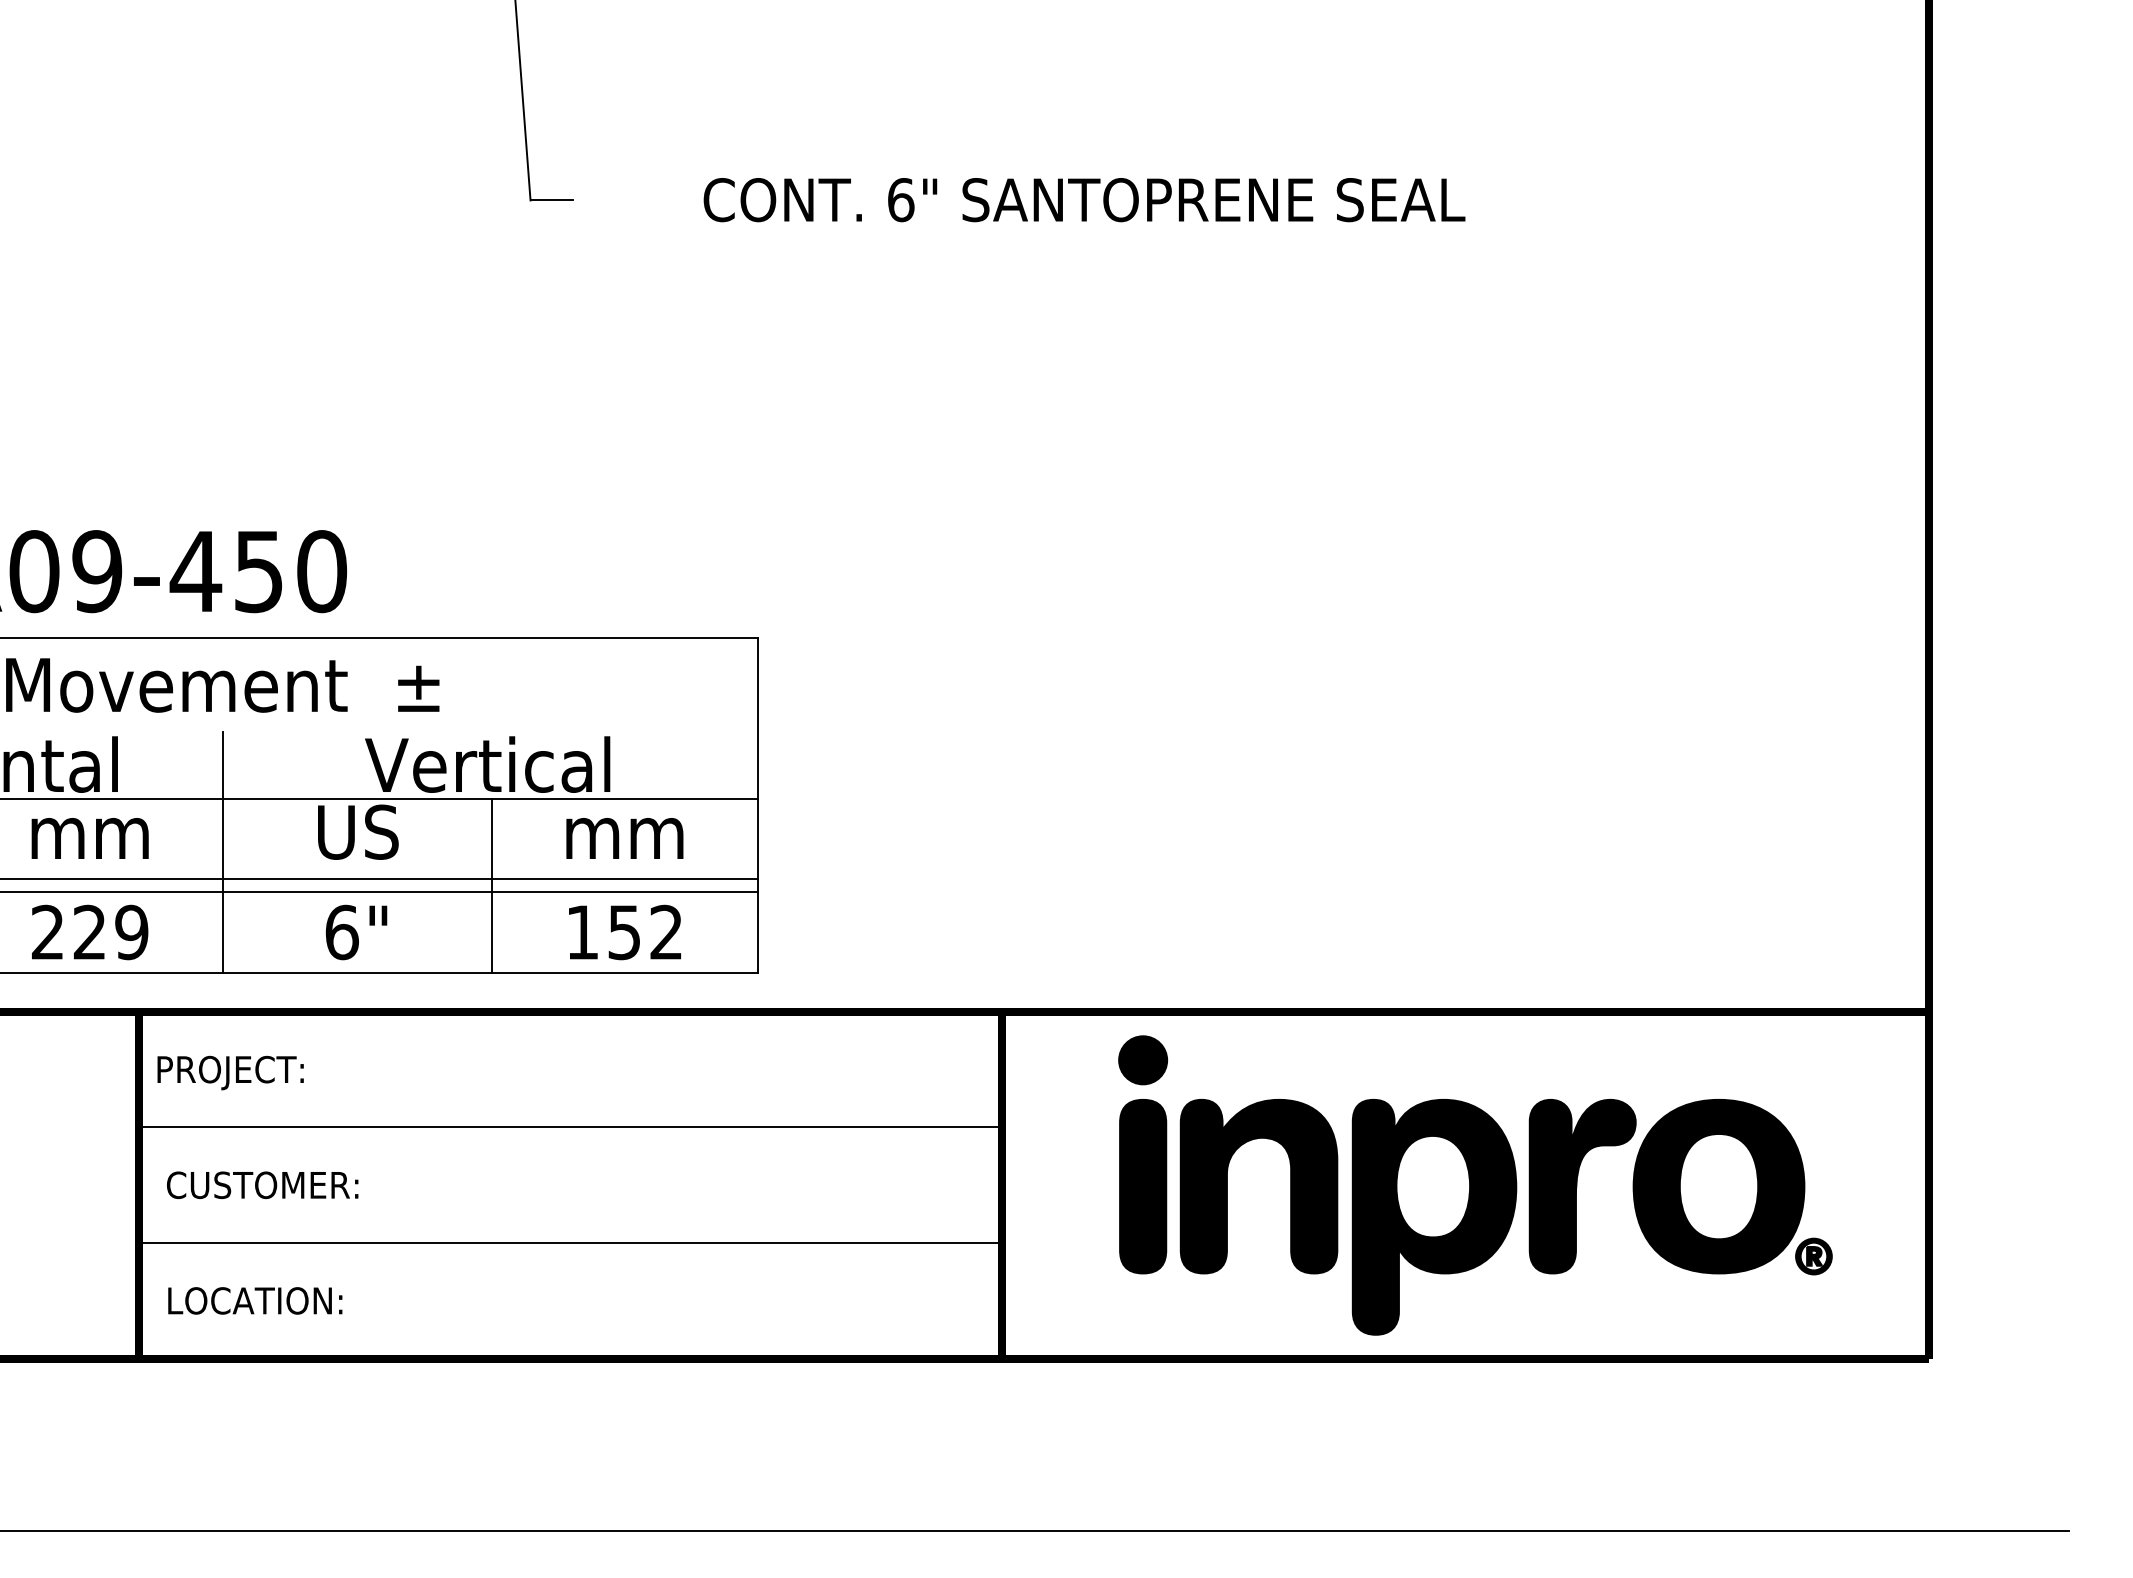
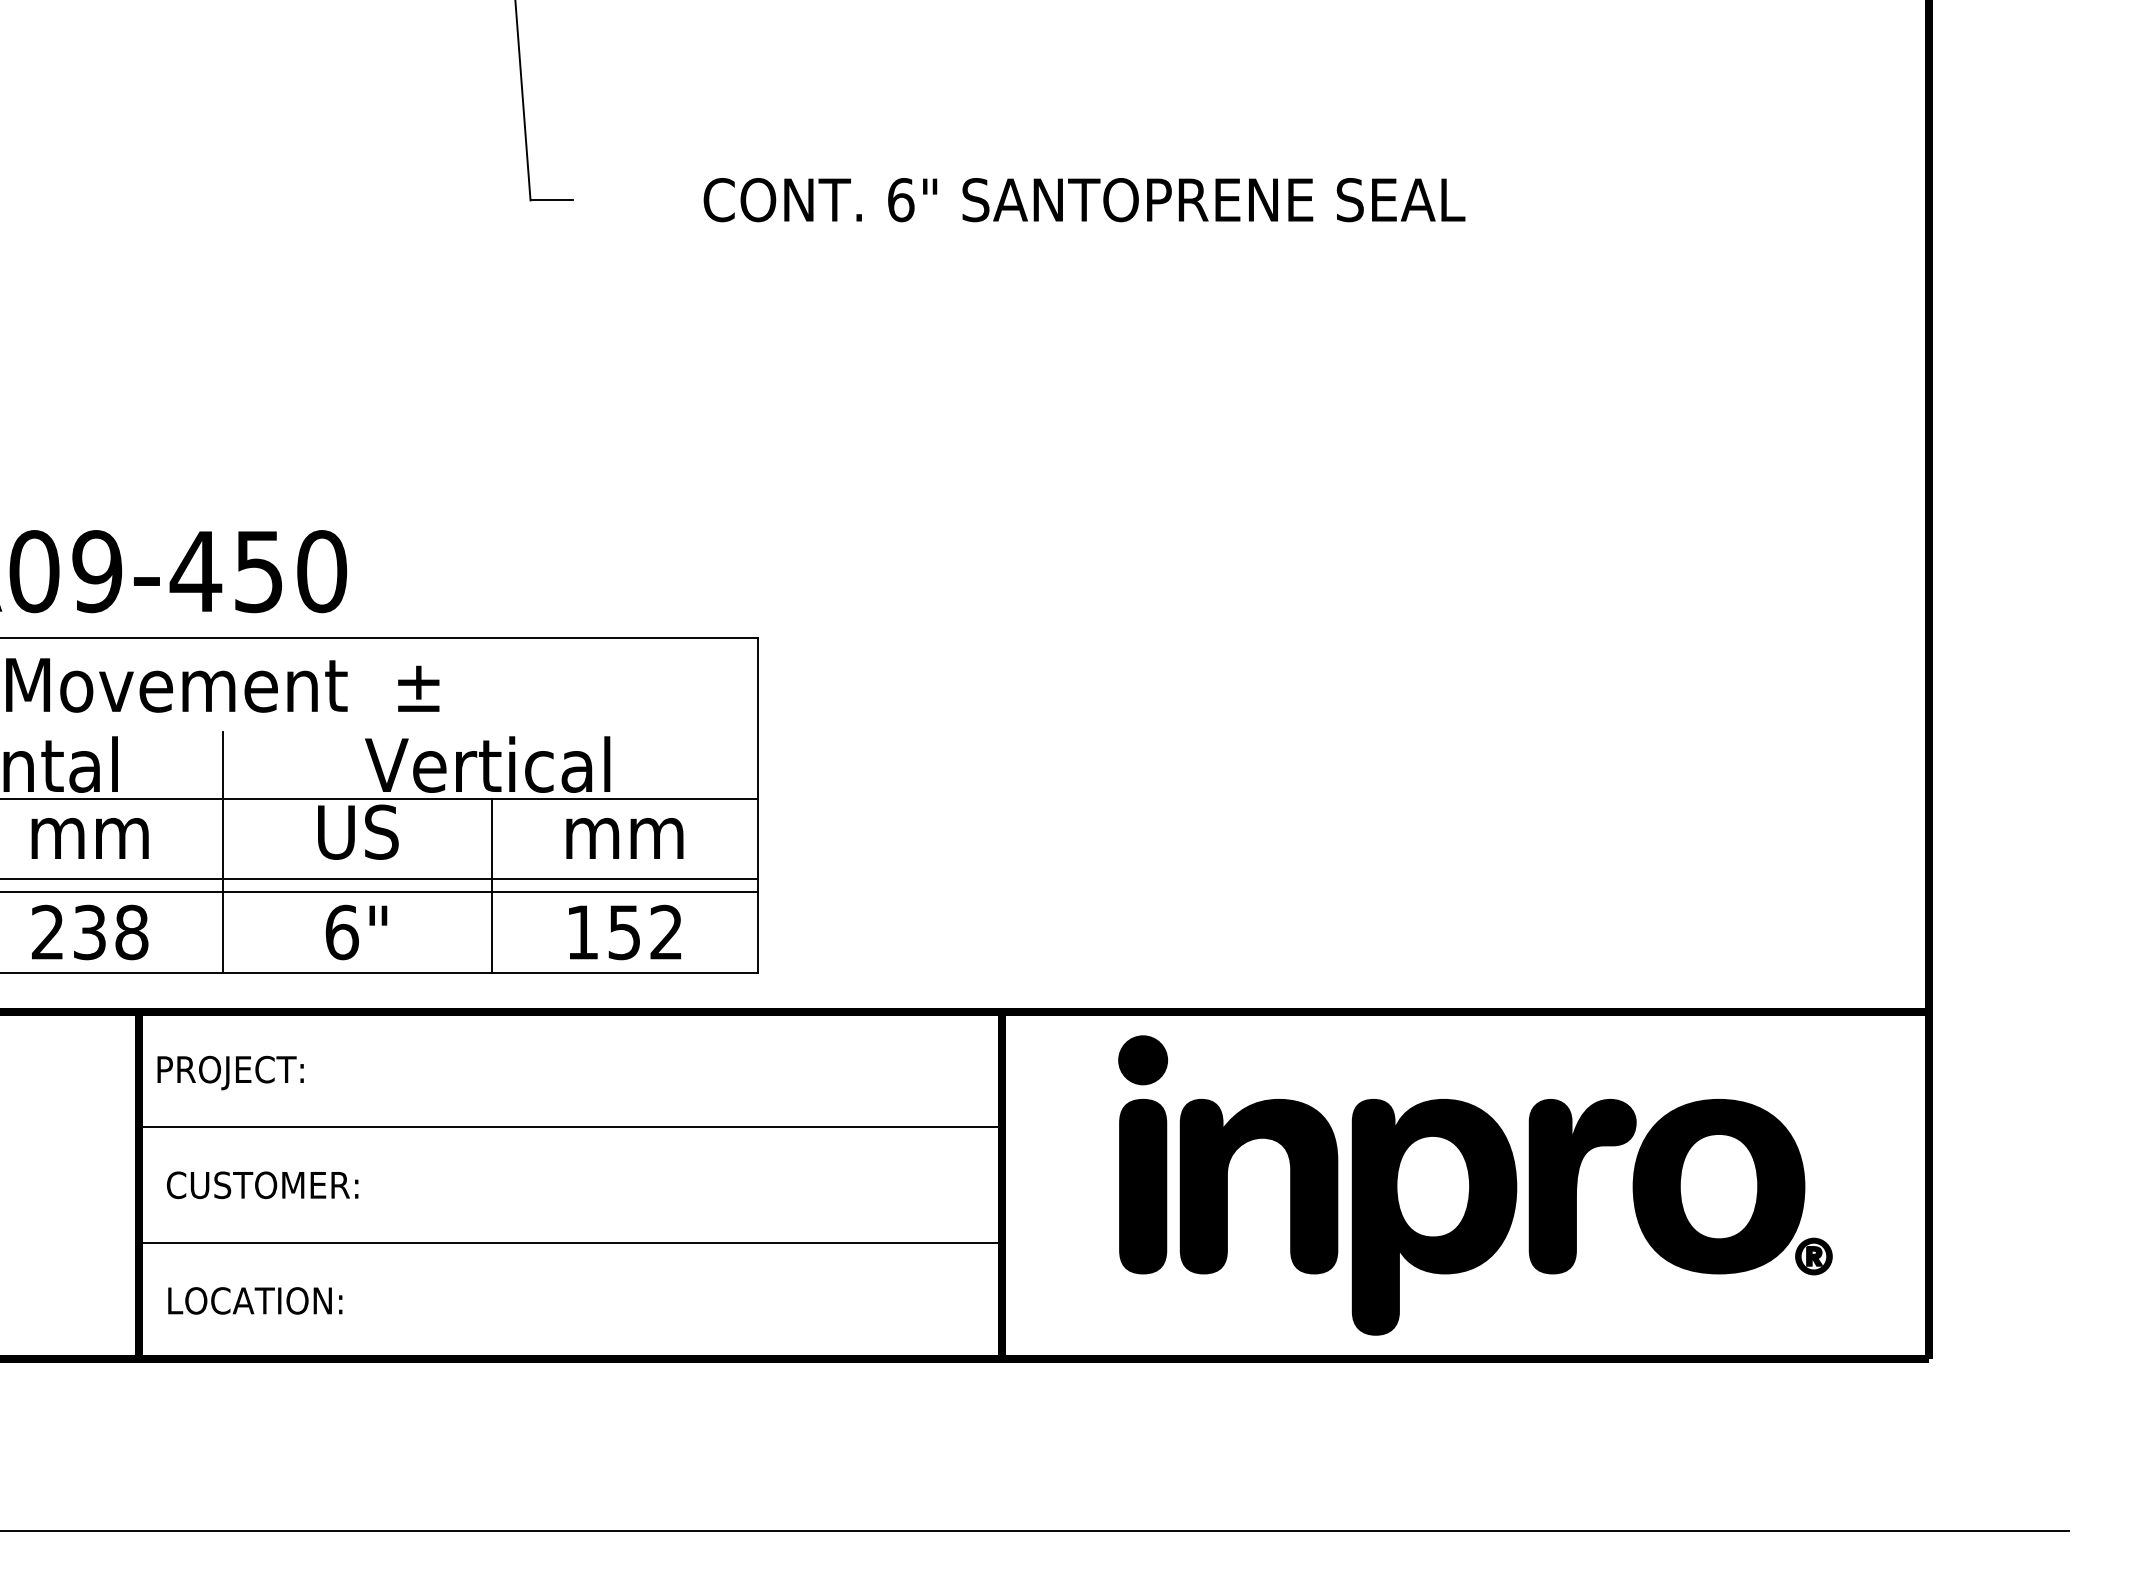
text at (110, 932): 229 -> 238
